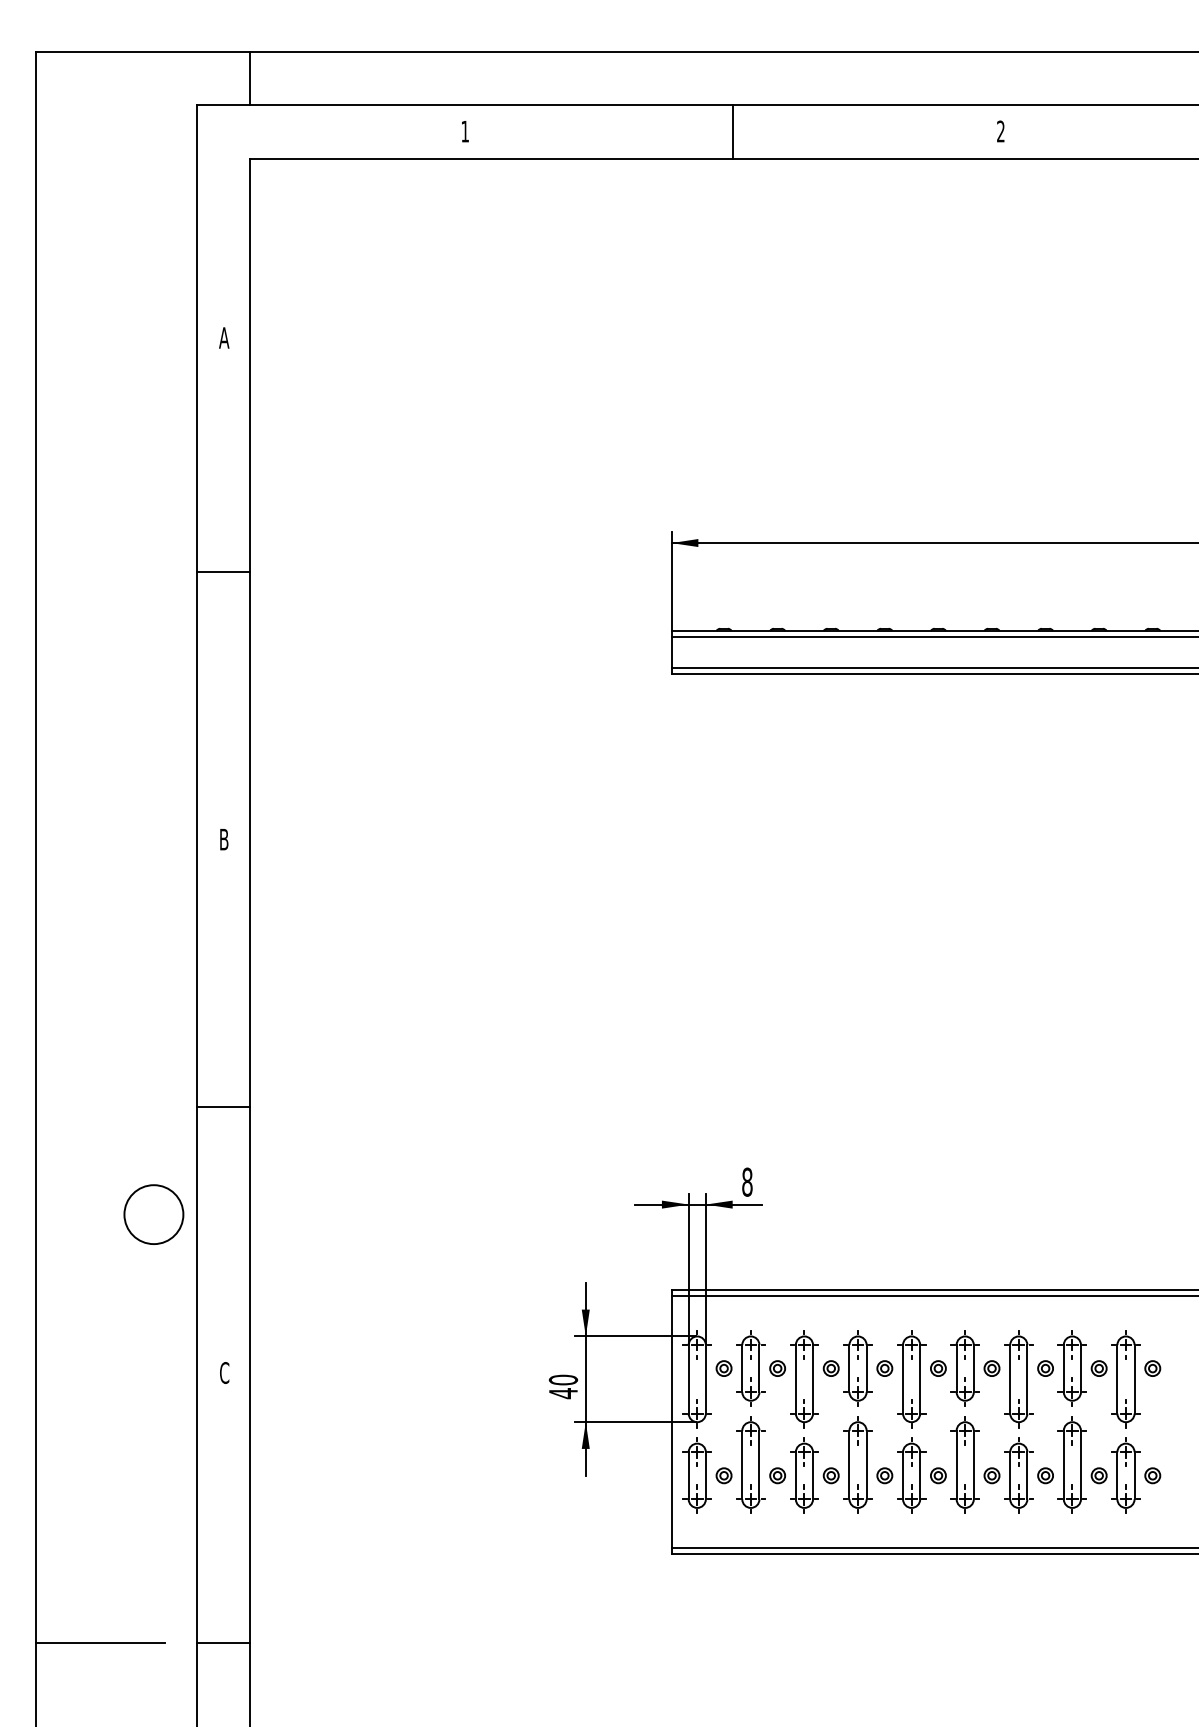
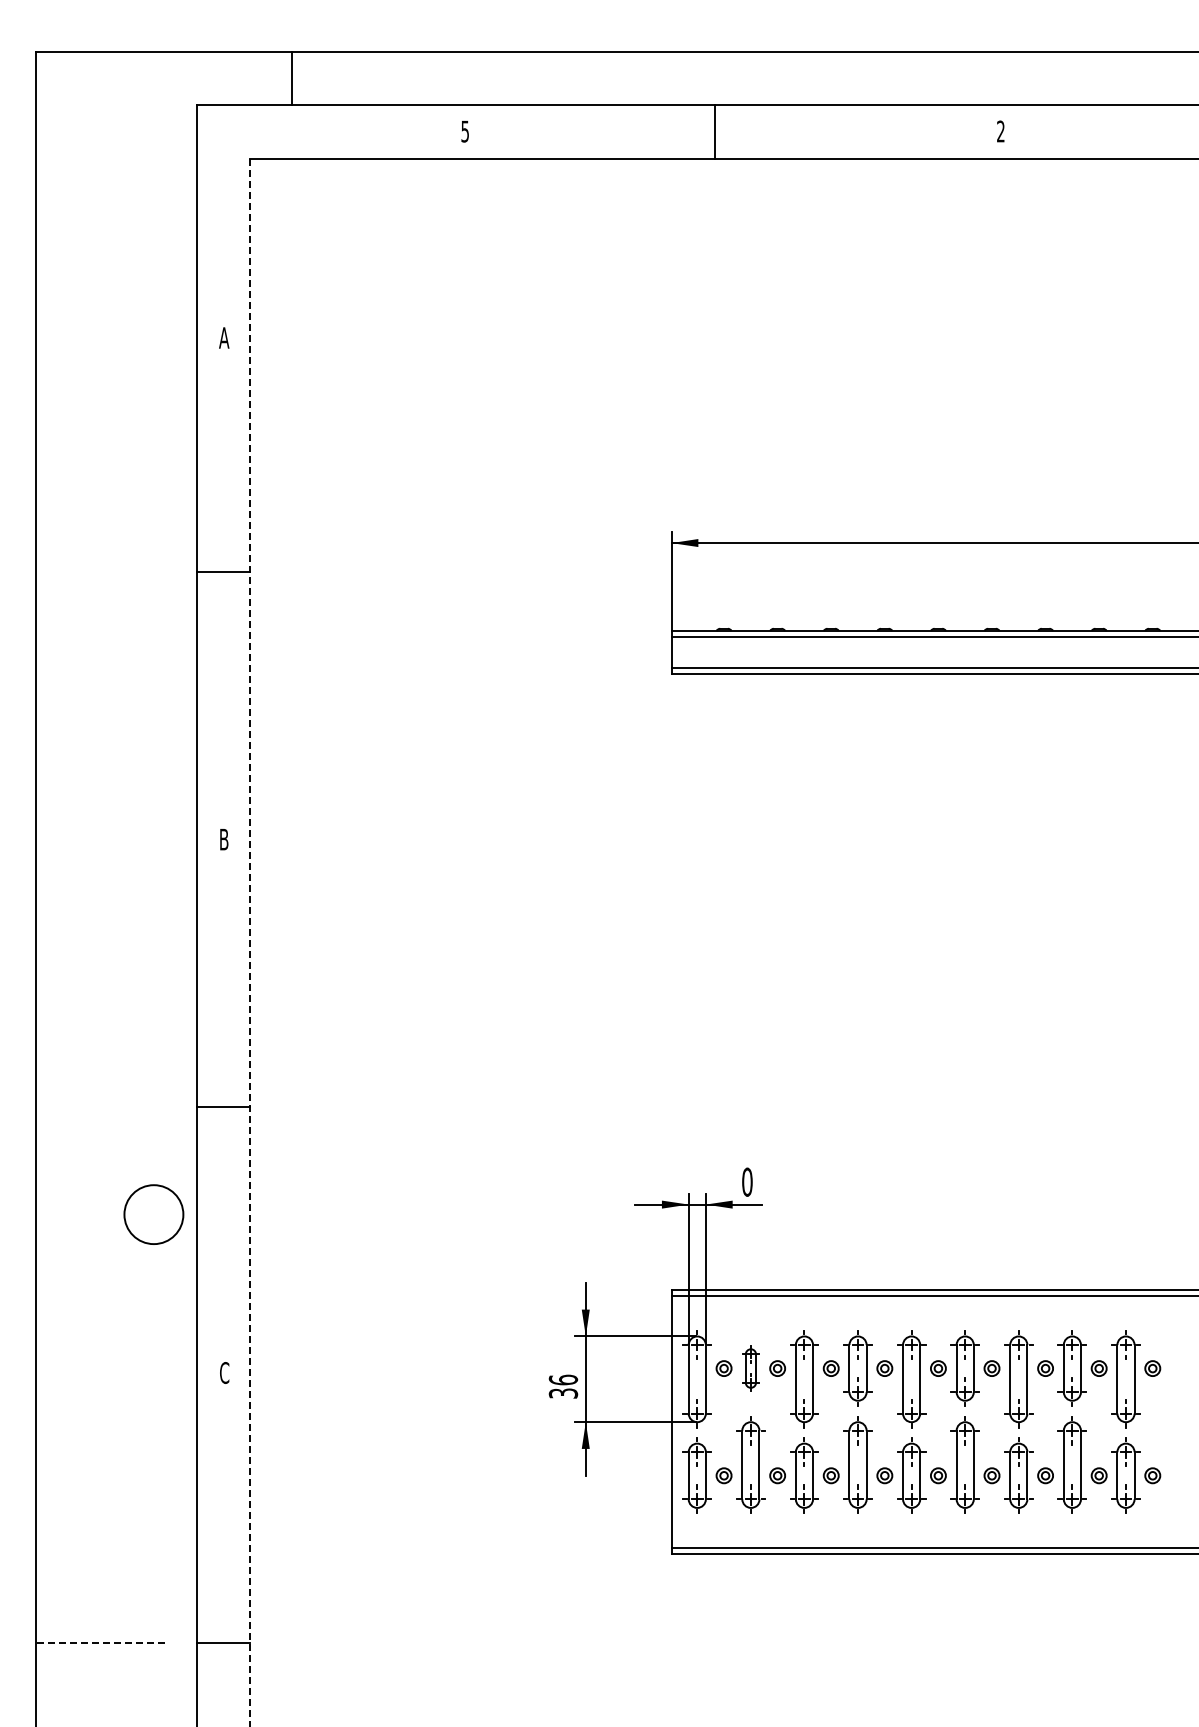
line at (250, 78) position: (250, 78) -> (292, 78)
text at (464, 131): 1 -> 5
line at (732, 131) position: (732, 131) -> (714, 131)
line at (250, 942): solid -> dashed
text at (747, 1182): 8 -> 0
part at (750, 1368) size: 30x77 px -> 18x47 px
text at (563, 1386): 40 -> 36
line at (99, 1643): solid -> dashed
